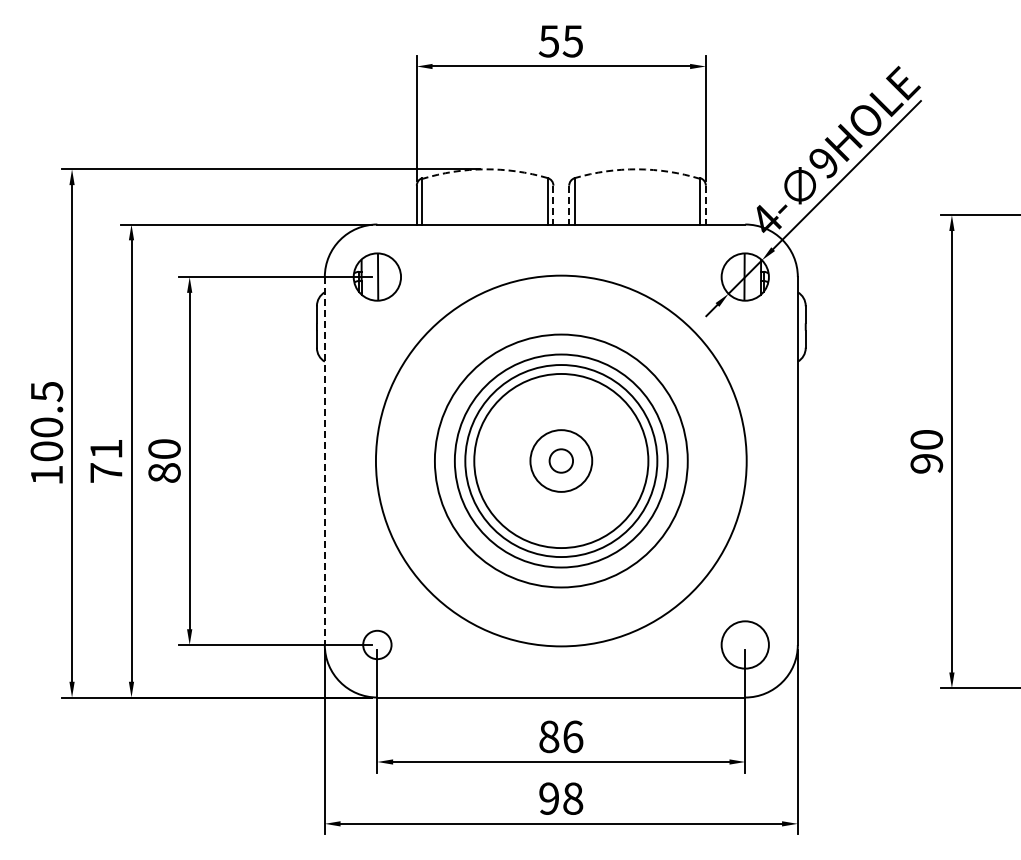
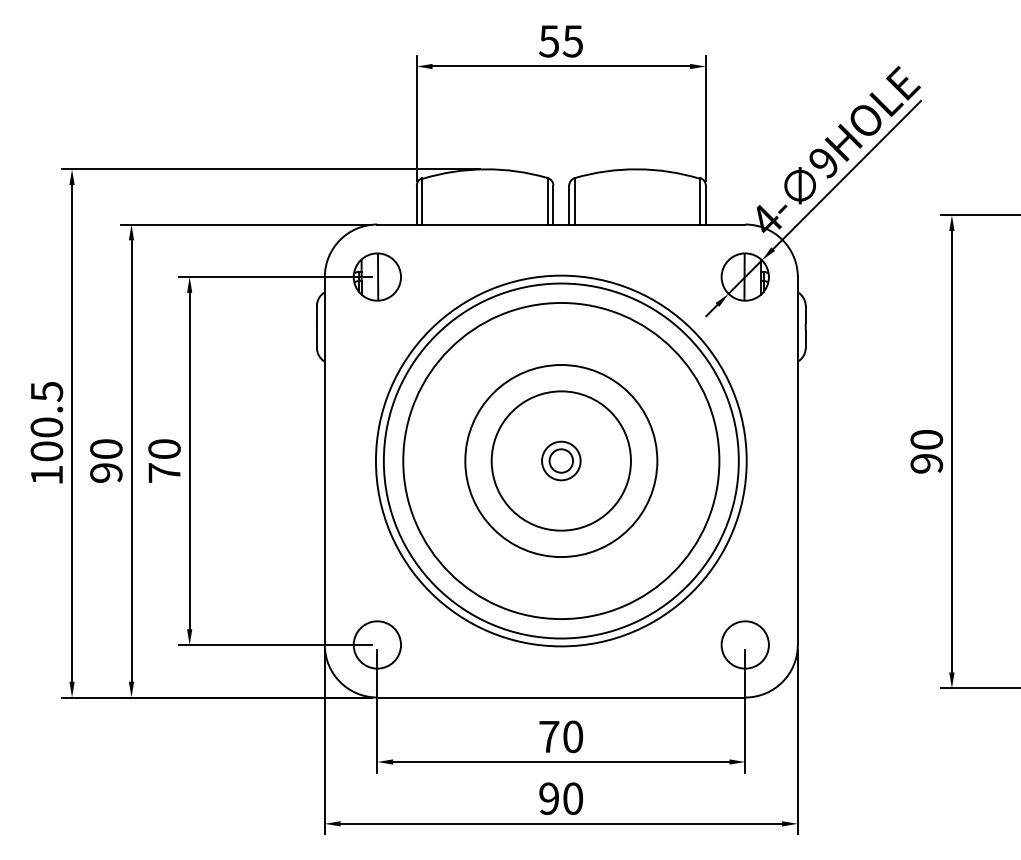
arc at (485, 169): dashed -> solid
arc at (637, 169): dashed -> solid
line at (553, 205): dashed -> solid
line at (569, 205): dashed -> solid
line at (705, 205): dashed -> solid
text at (106, 460): 71 -> 90
circle at (560, 460) diameter: 213 px -> 355 px
circle at (560, 460) diameter: 253 px -> 316 px
circle at (561, 460) diameter: 174 px -> 139 px
circle at (561, 460) diameter: 62 px -> 39 px
line at (324, 461): dashed -> solid
text at (164, 472): 80 -> 70
circle at (377, 644) diameter: 28 px -> 47 px
text at (561, 736): 86 -> 70
text at (573, 798): 98 -> 90
